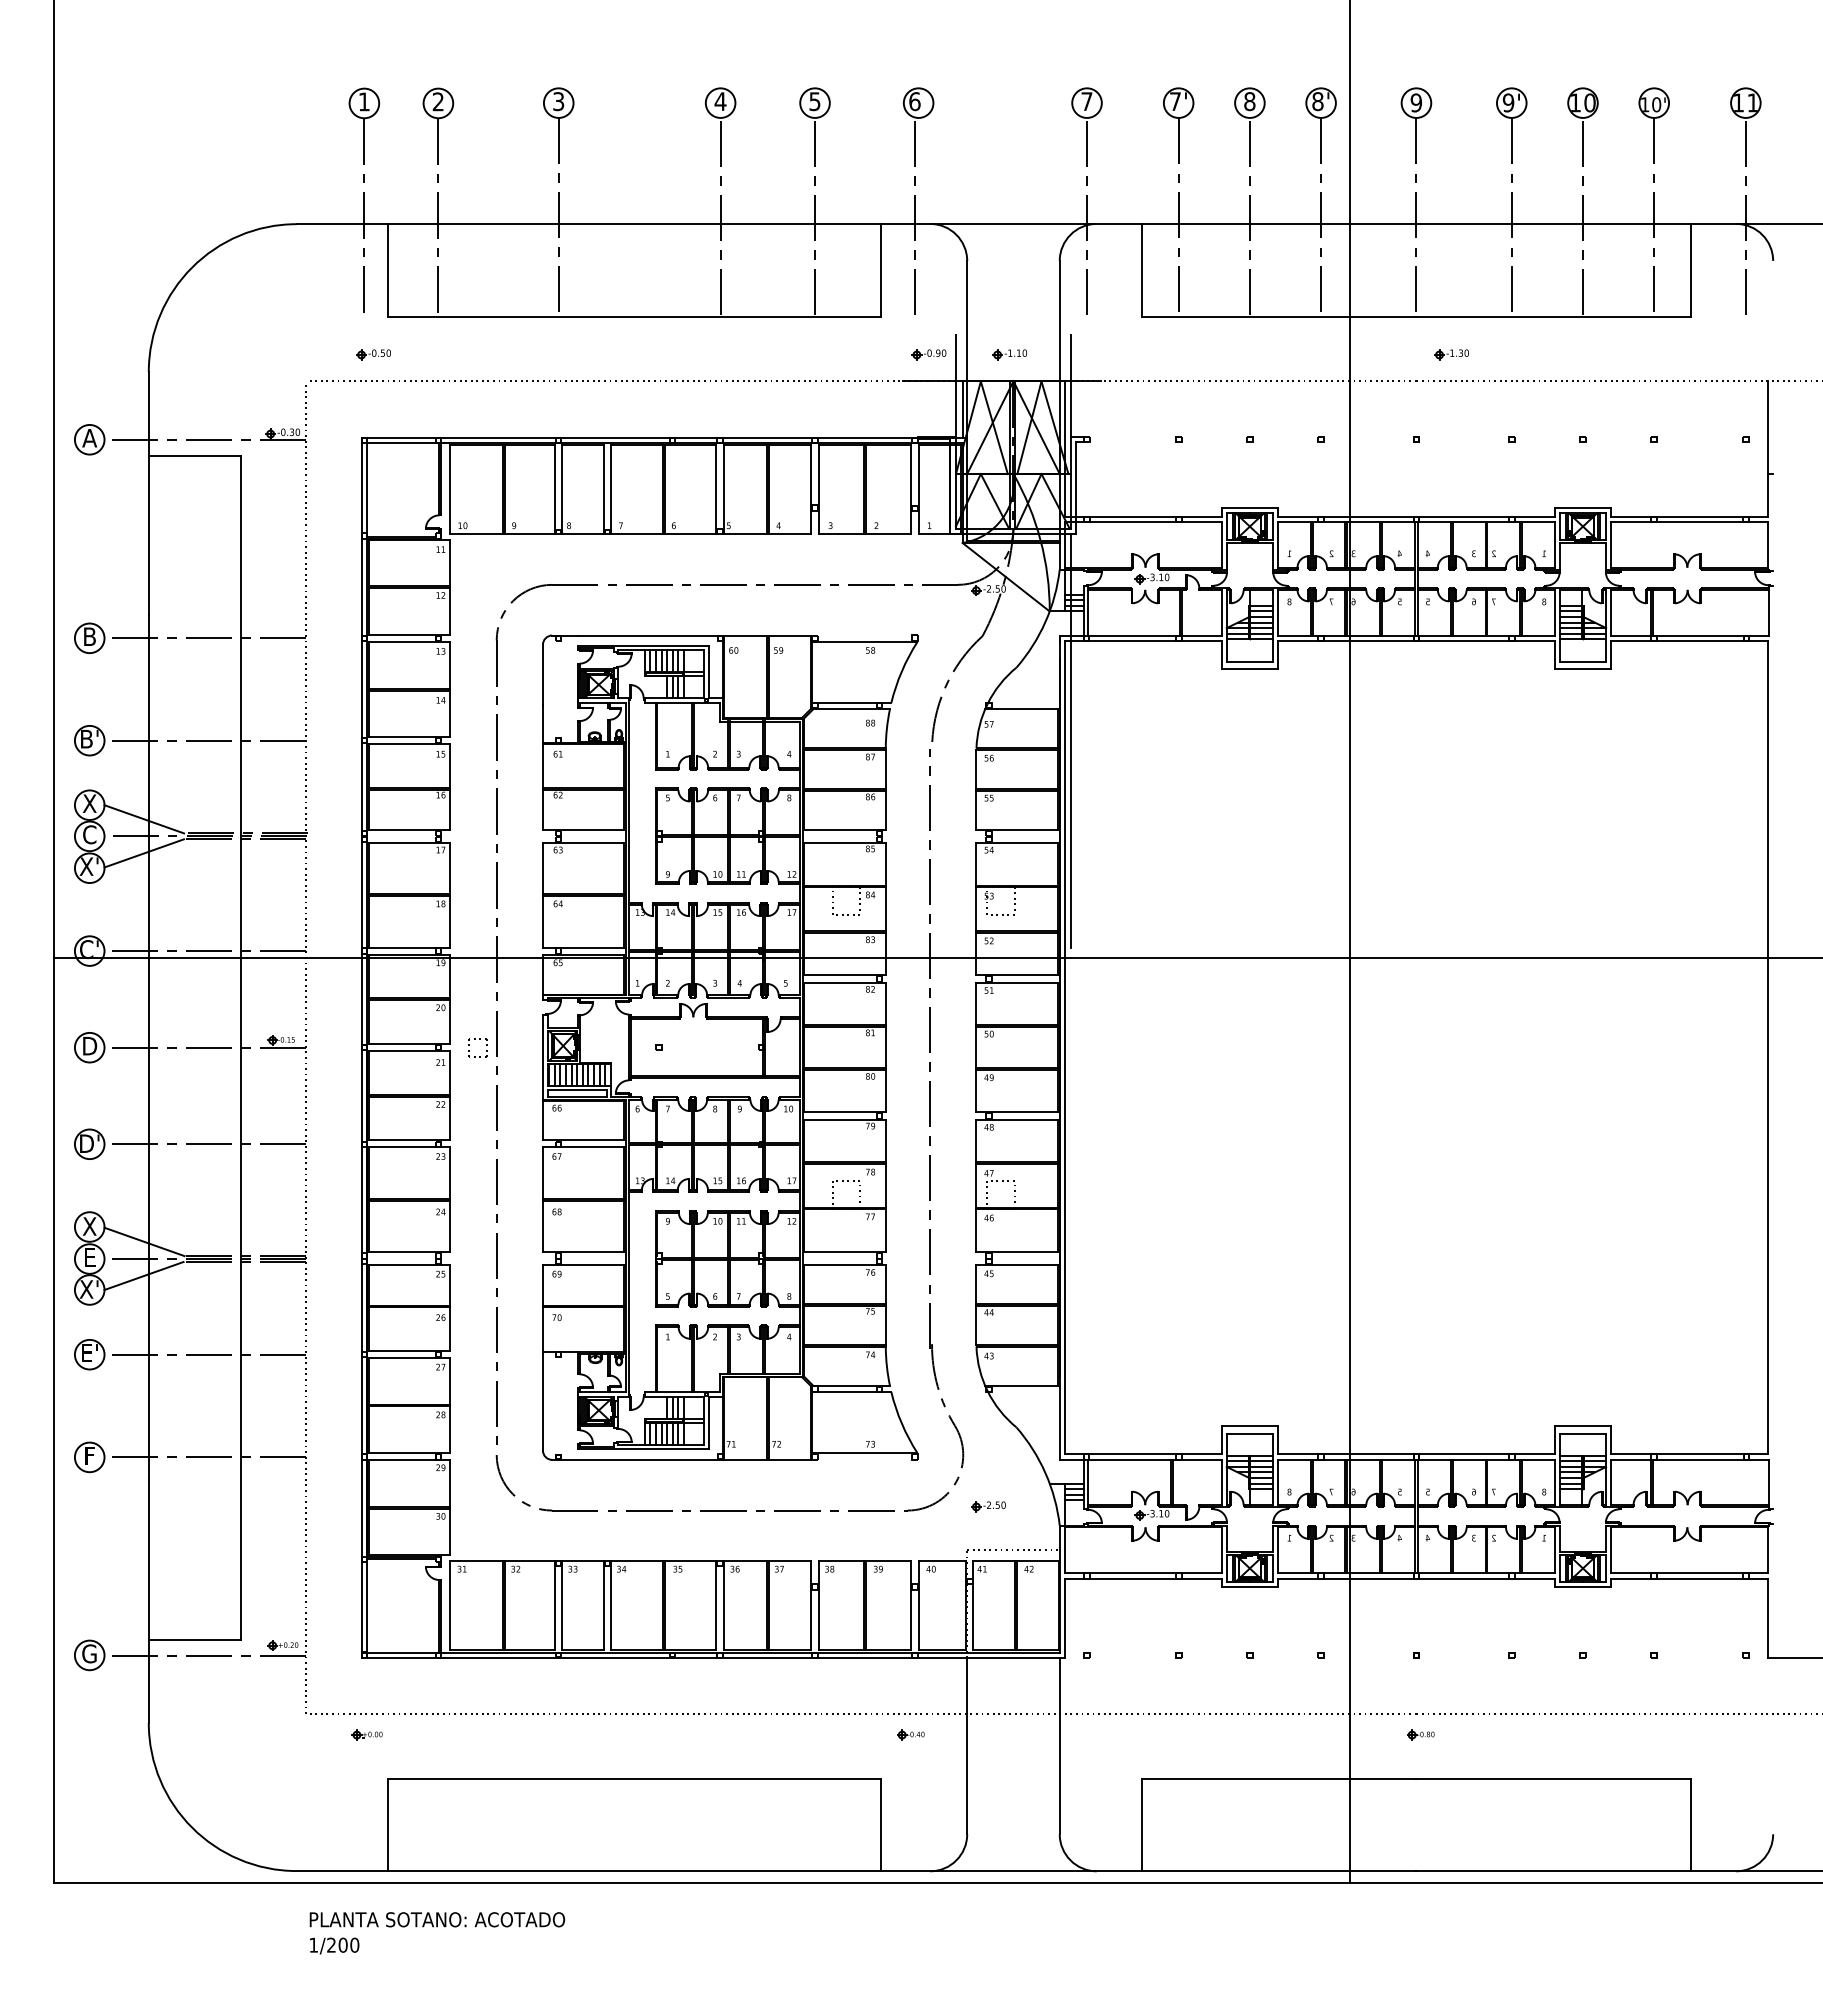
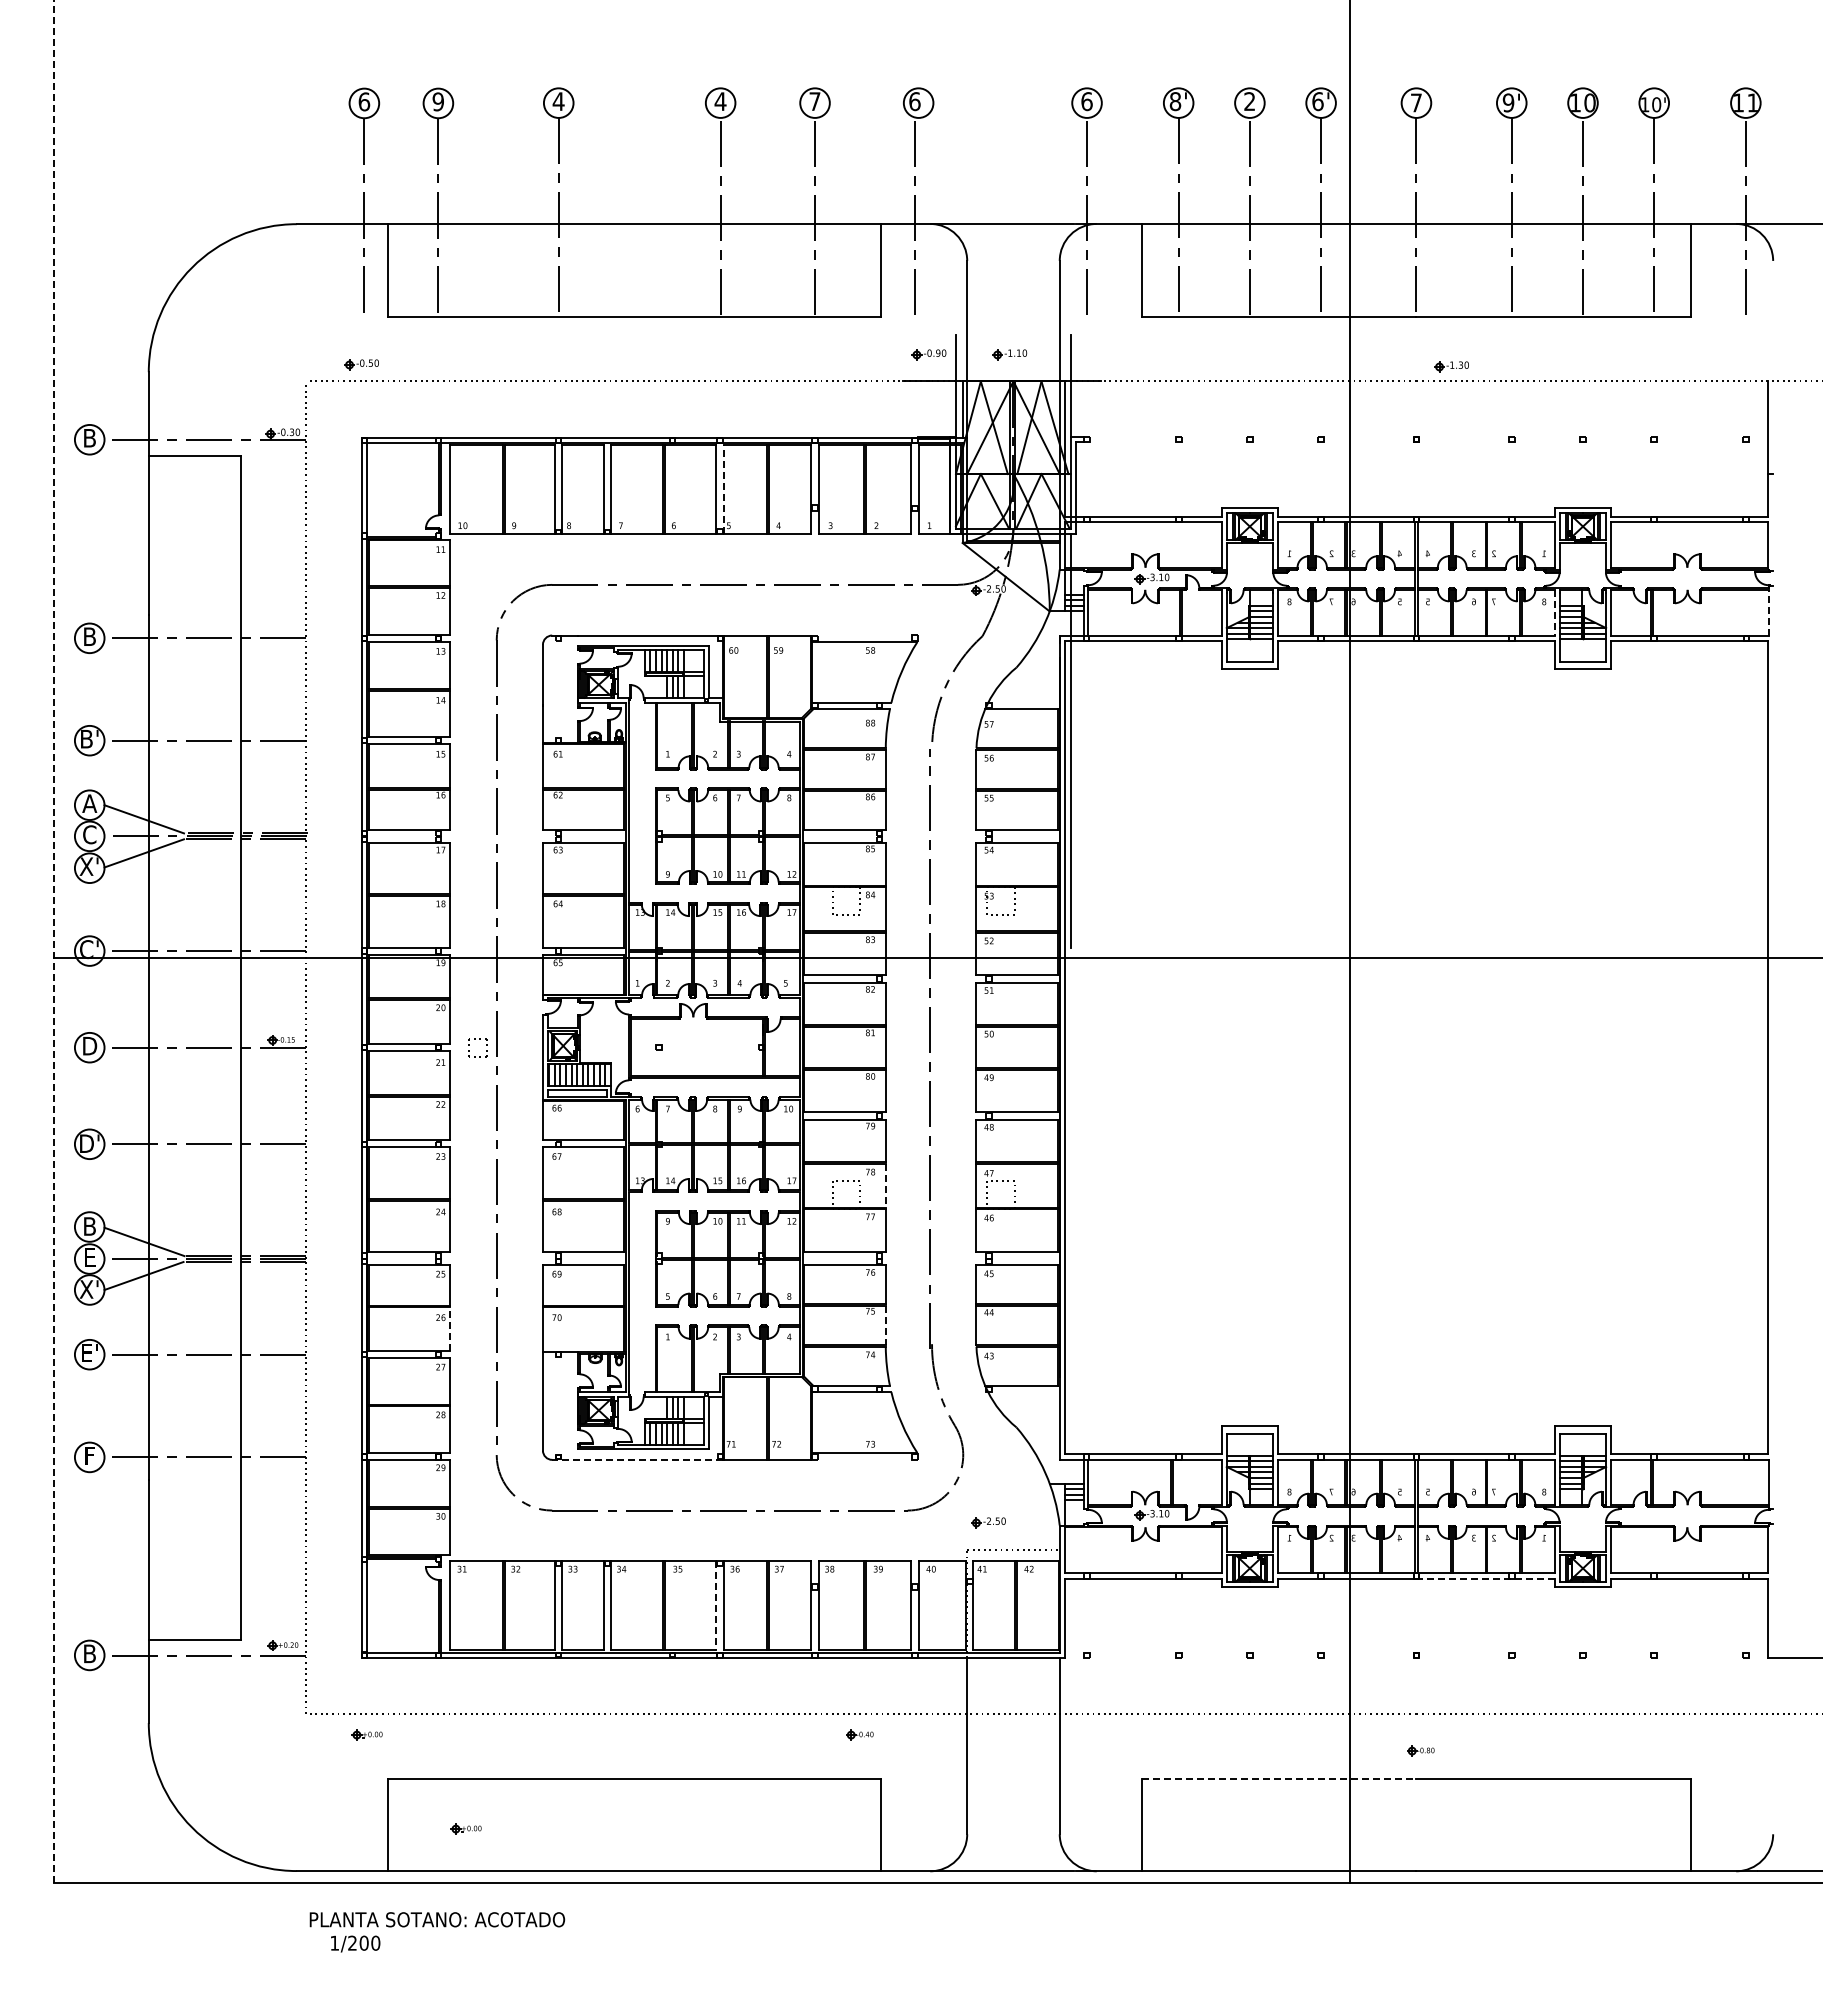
text at (364, 101): 1 -> 6
text at (437, 101): 2 -> 9
text at (558, 101): 3 -> 4
text at (814, 101): 5 -> 7
text at (1086, 101): 7 -> 6
text at (1175, 101): 7' -> 8'
text at (1249, 101): 8 -> 2
text at (1317, 101): 8' -> 6'
text at (1416, 102): 9 -> 7
part at (373, 354) position: (373, 354) -> (361, 364)
part at (1451, 354) position: (1451, 354) -> (1451, 366)
text at (89, 438): A -> B
line at (723, 489): solid -> dashed
line at (1555, 612): solid -> dashed
line at (1768, 612): solid -> dashed
text at (89, 803): X -> A
line at (54, 941): solid -> dashed
line at (885, 1185): solid -> dashed
text at (89, 1226): X -> B
line at (885, 1326): solid -> dashed
line at (450, 1329): solid -> dashed
line at (637, 1459): solid -> dashed
part at (988, 1506) position: (988, 1506) -> (988, 1522)
line at (1485, 1578): solid -> dashed
line at (716, 1605): solid -> dashed
text at (89, 1653): G -> B
part at (910, 1734) position: (910, 1734) -> (859, 1734)
part at (1420, 1734) position: (1420, 1734) -> (1420, 1750)
line at (1279, 1778): solid -> dashed
part at (465, 1828): none -> present
text at (334, 1945) position: (334, 1945) -> (355, 1943)
